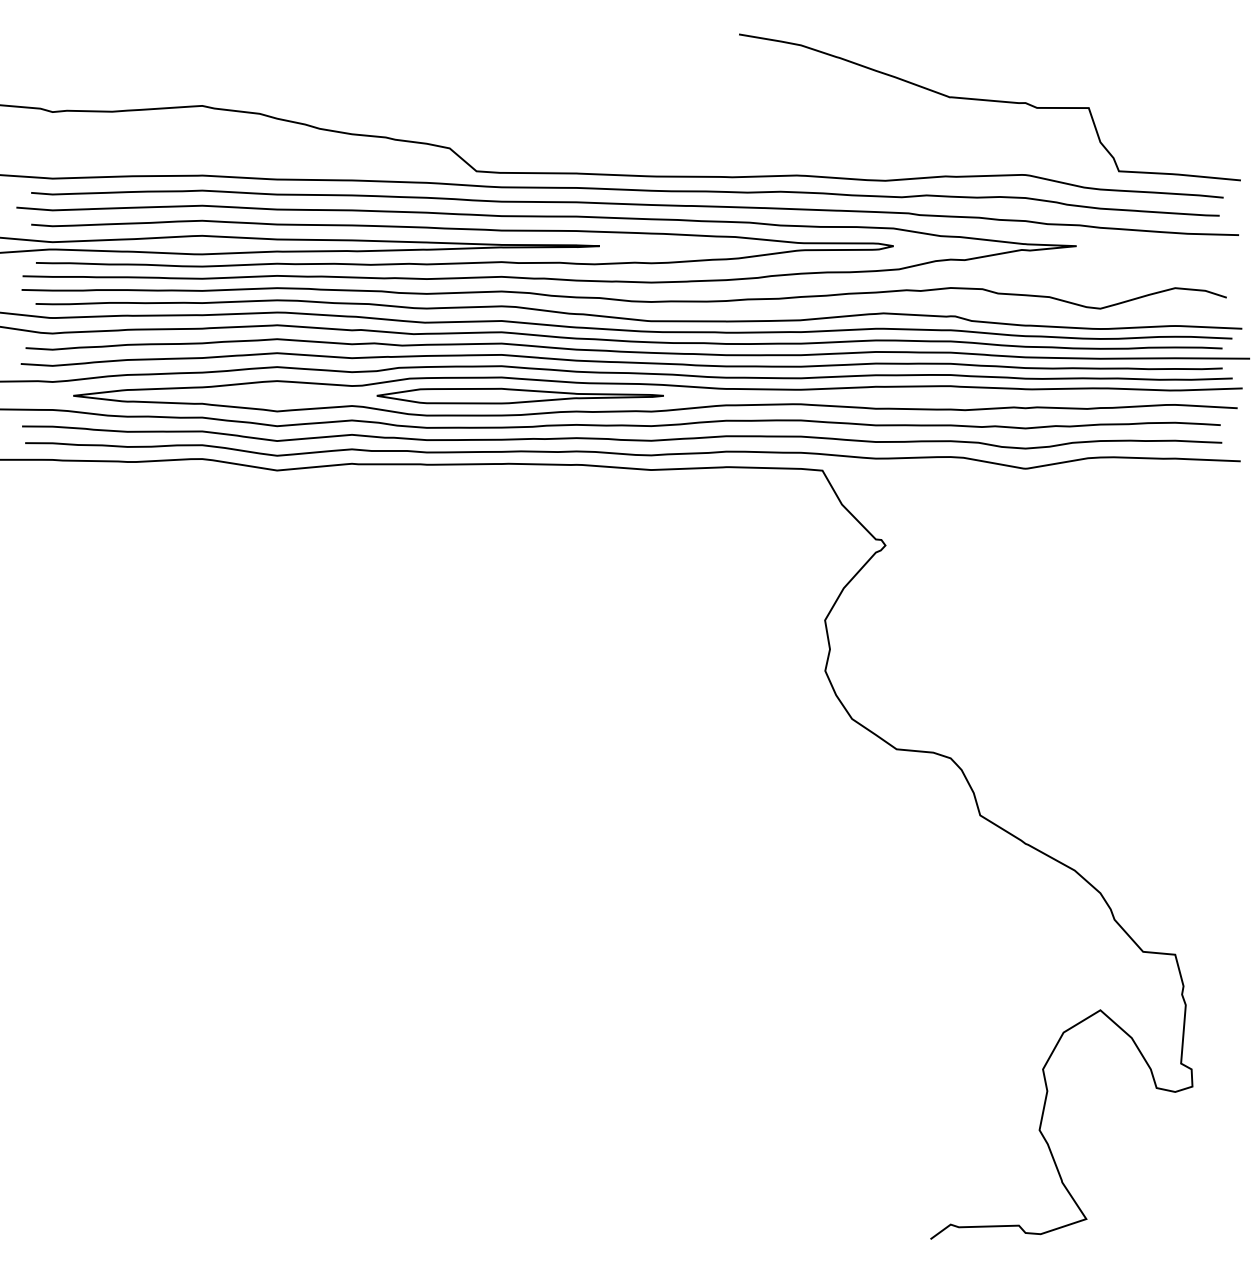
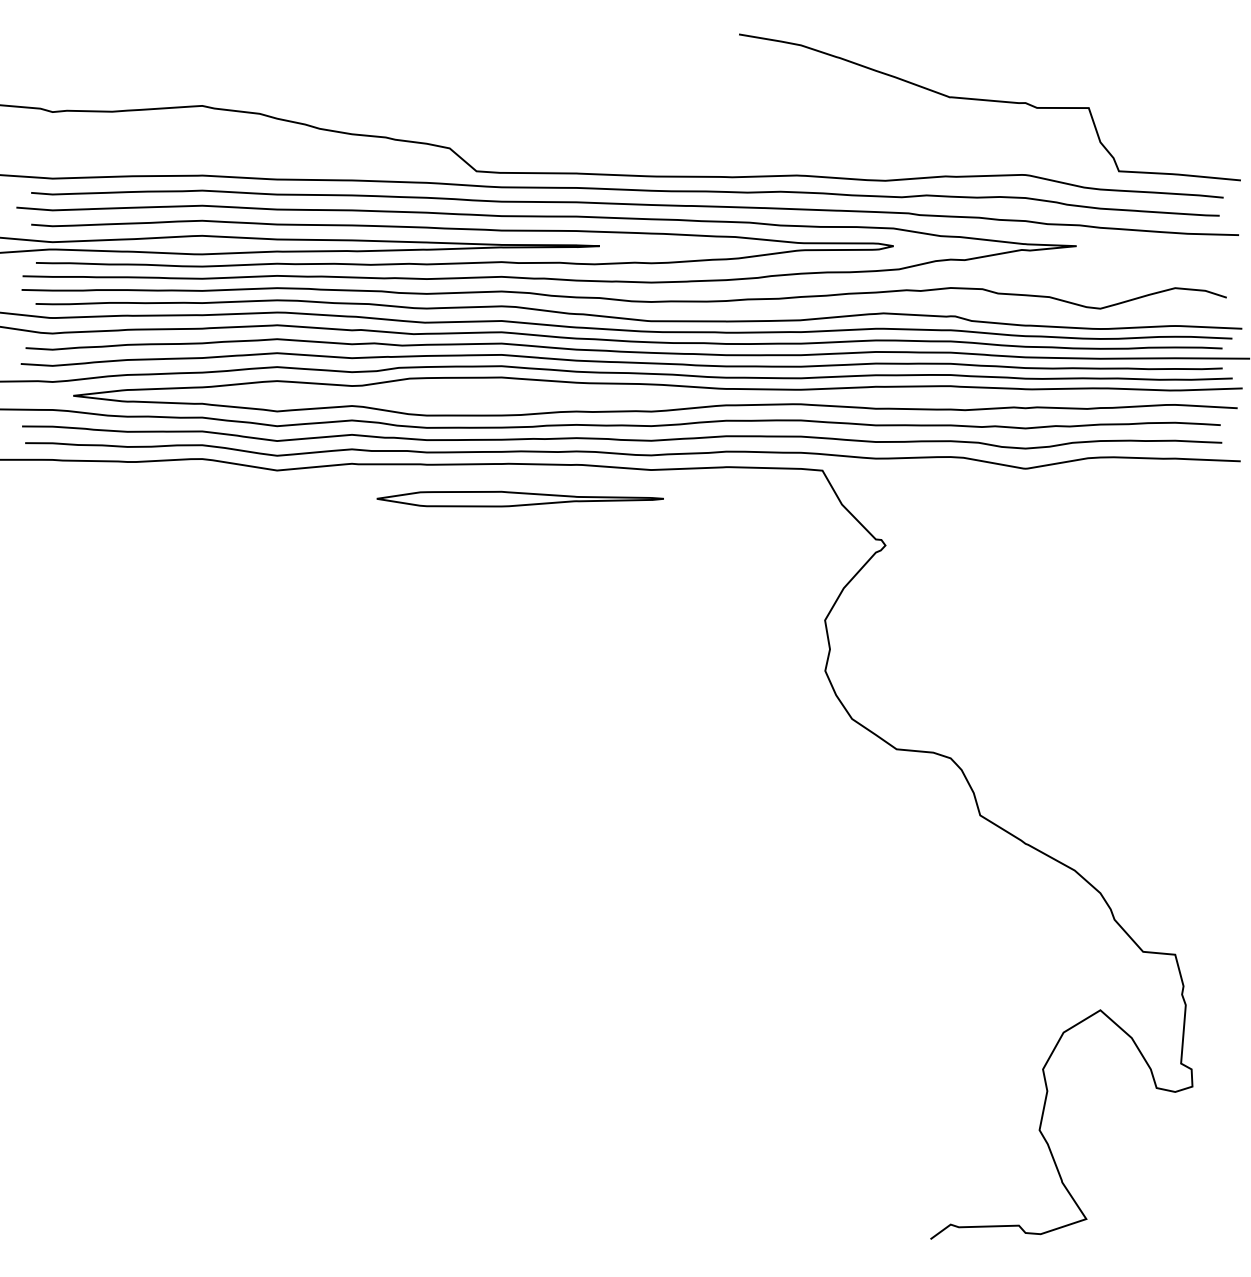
part at (519, 395) position: (519, 395) -> (519, 498)
